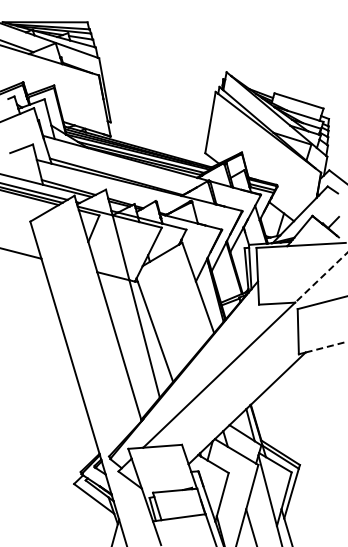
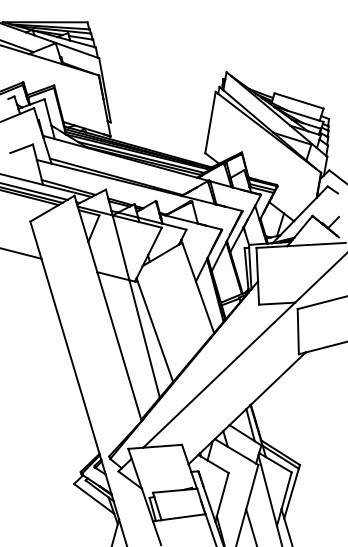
line at (321, 277): dashed -> solid
line at (326, 347): dashed -> solid
